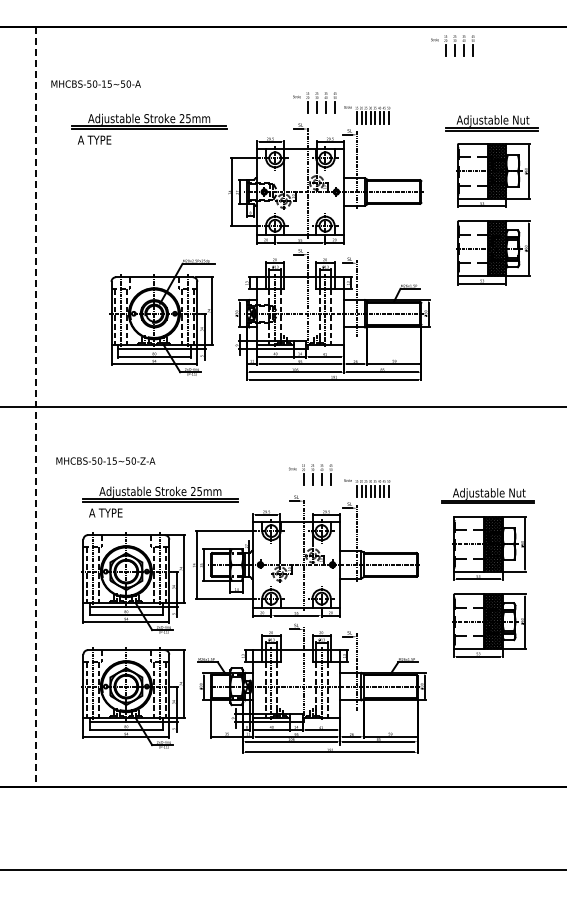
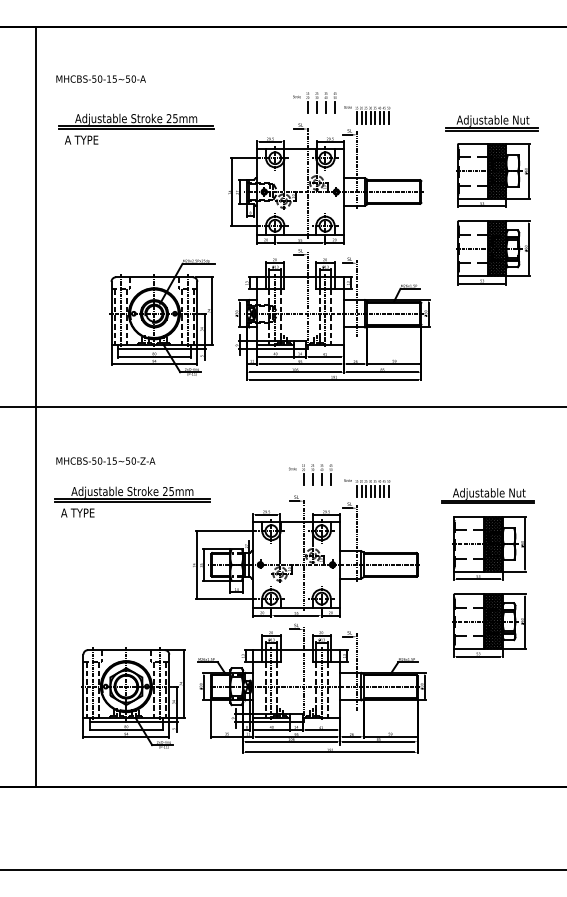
part at (452, 45): present -> none
text at (95, 83) position: (95, 83) -> (100, 78)
part at (149, 128) position: (149, 128) -> (136, 128)
line at (36, 406): dashed -> solid
part at (160, 501) position: (160, 501) -> (132, 501)
part at (133, 582): present -> none
